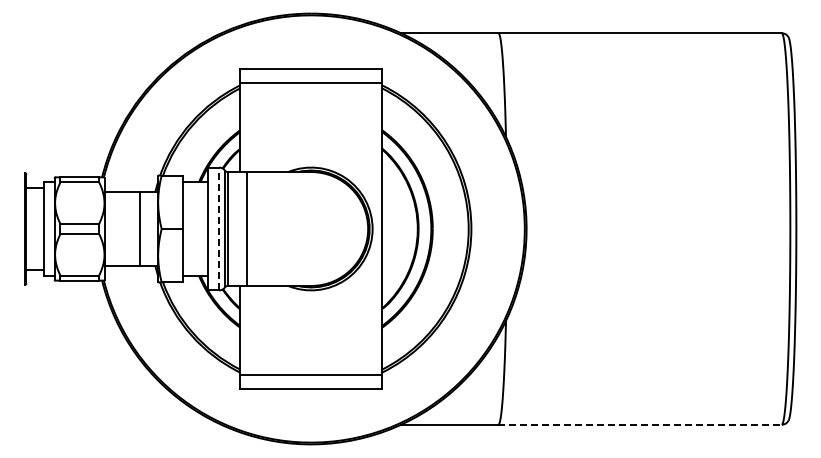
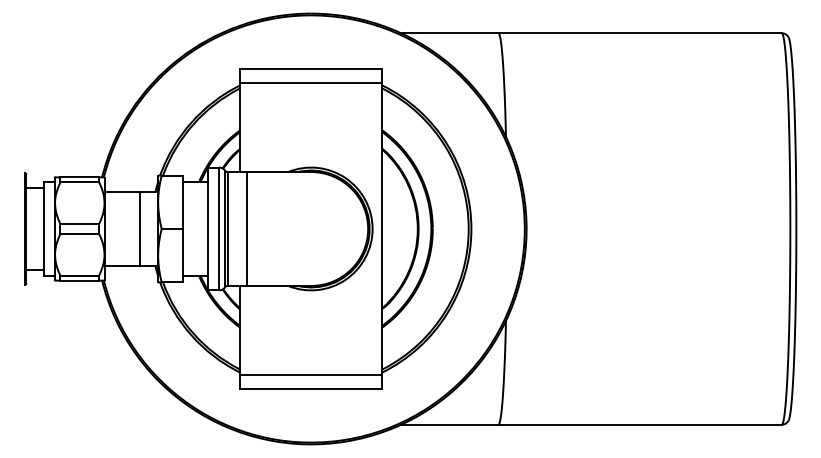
line at (219, 228): dashed -> solid
line at (640, 424): dashed -> solid
